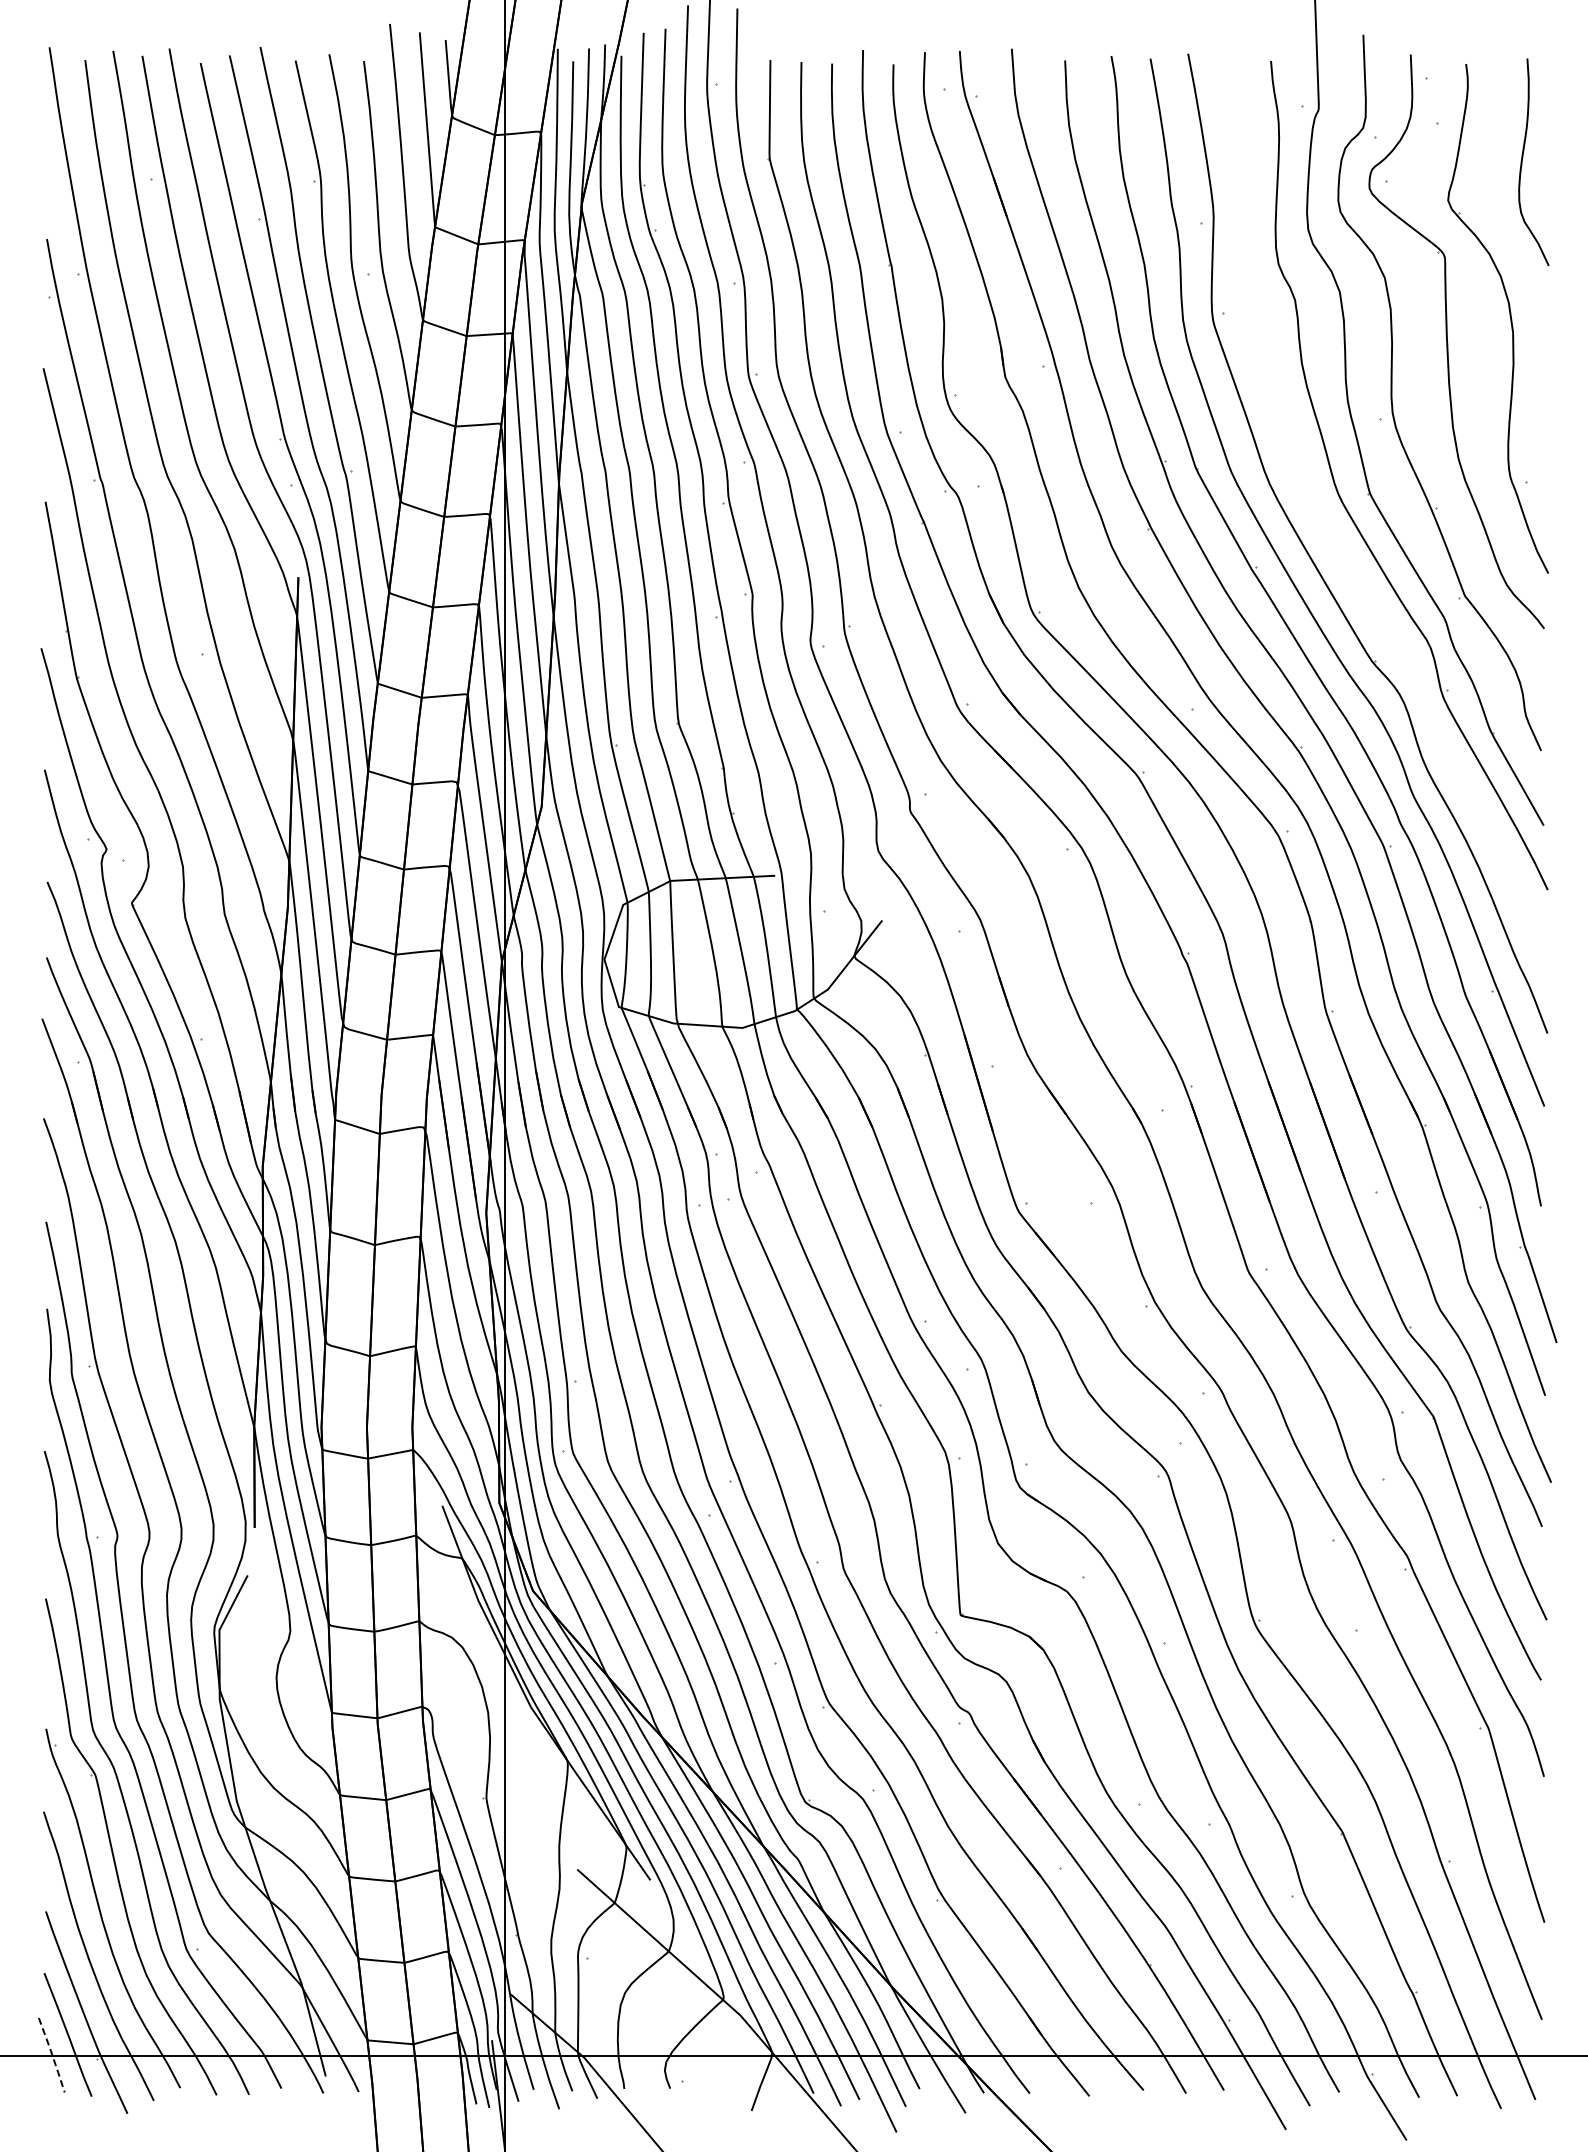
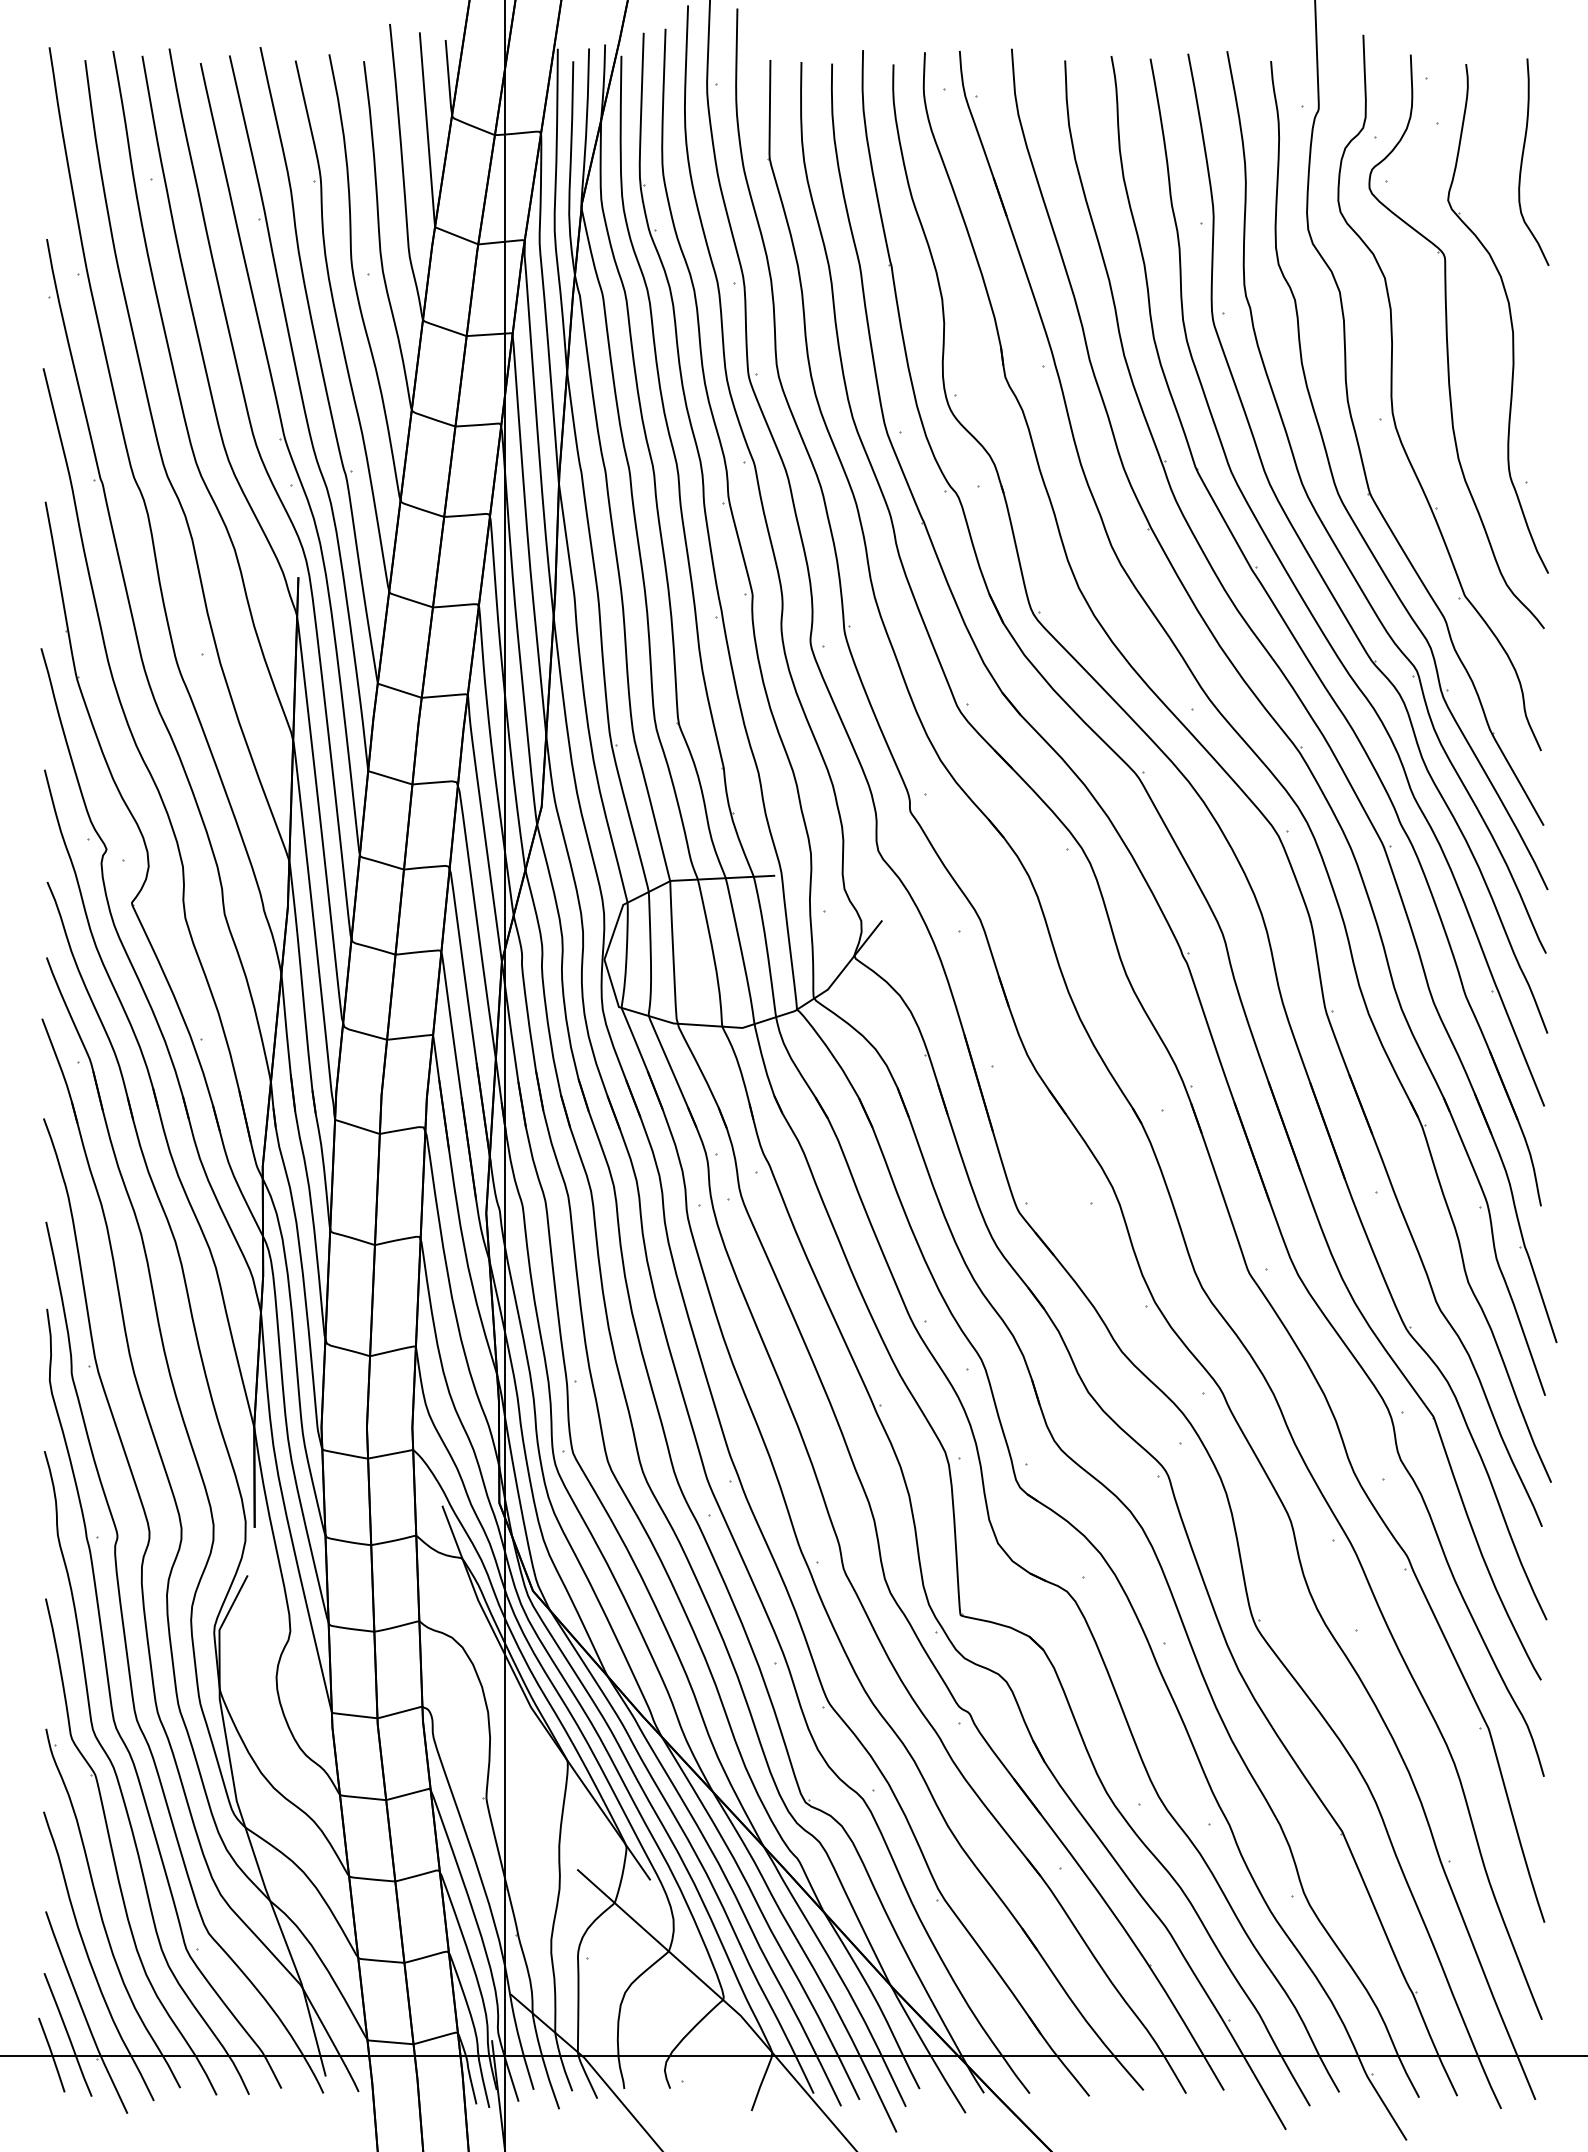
part at (1331, 536): none -> present
line at (52, 2055): dashed -> solid
